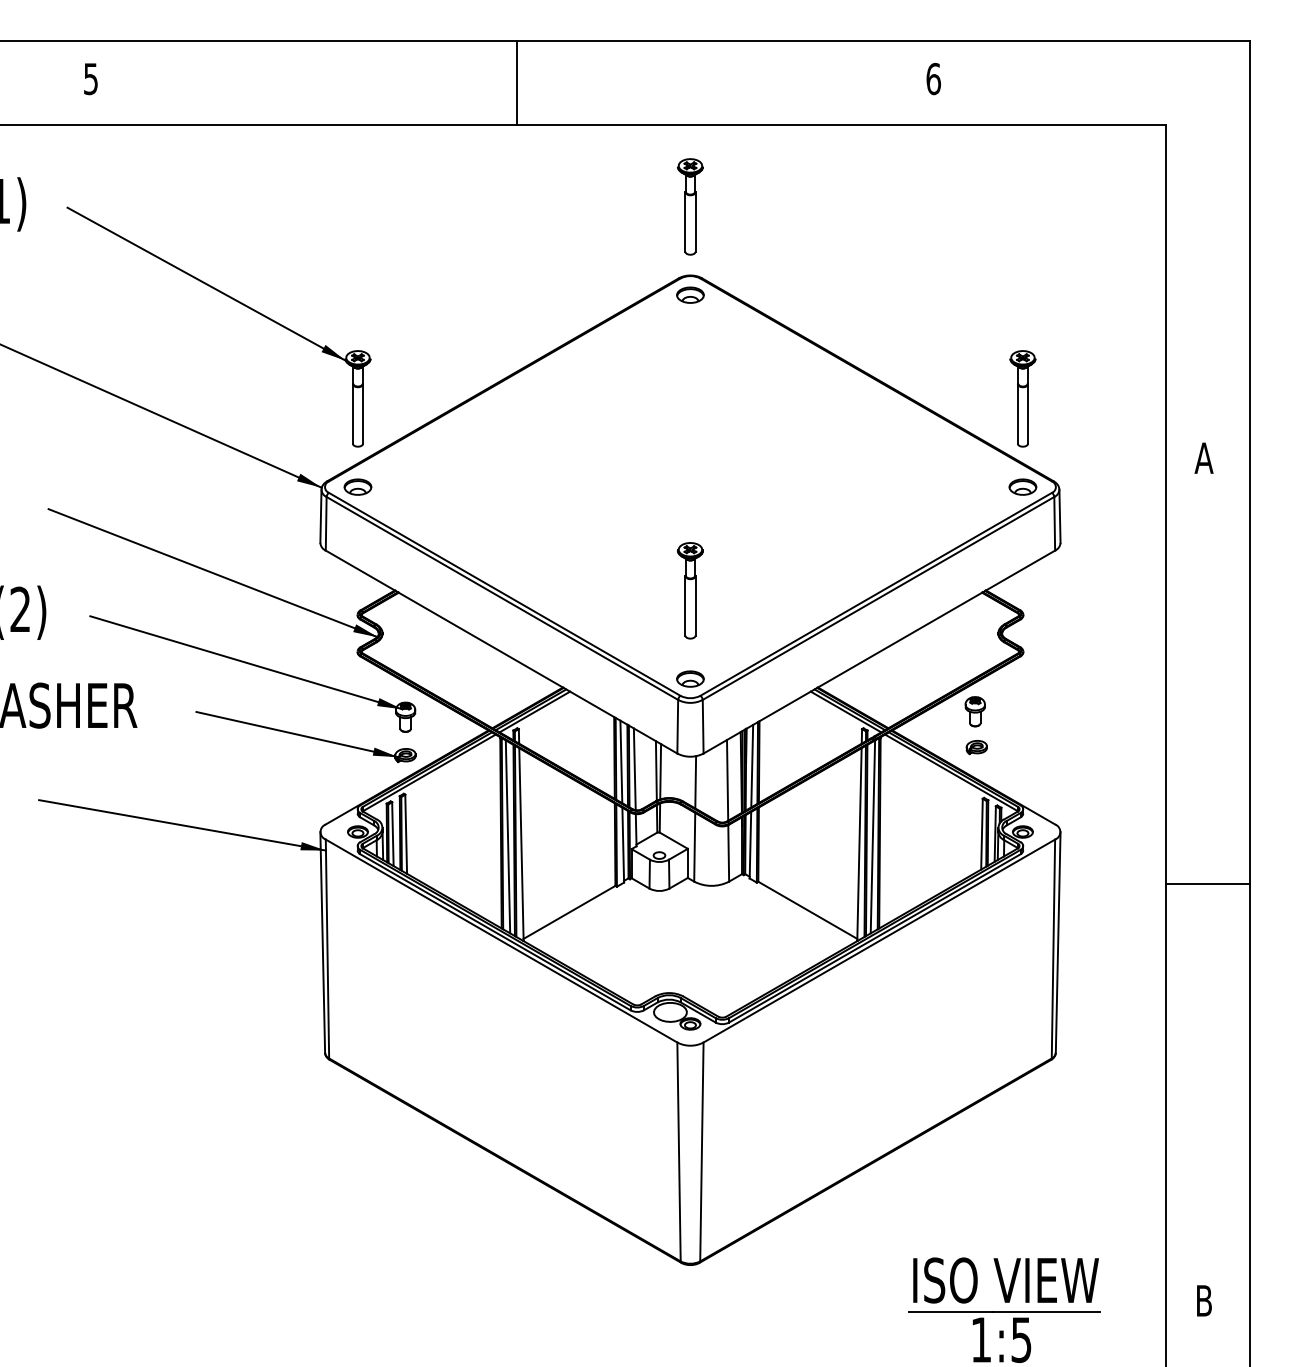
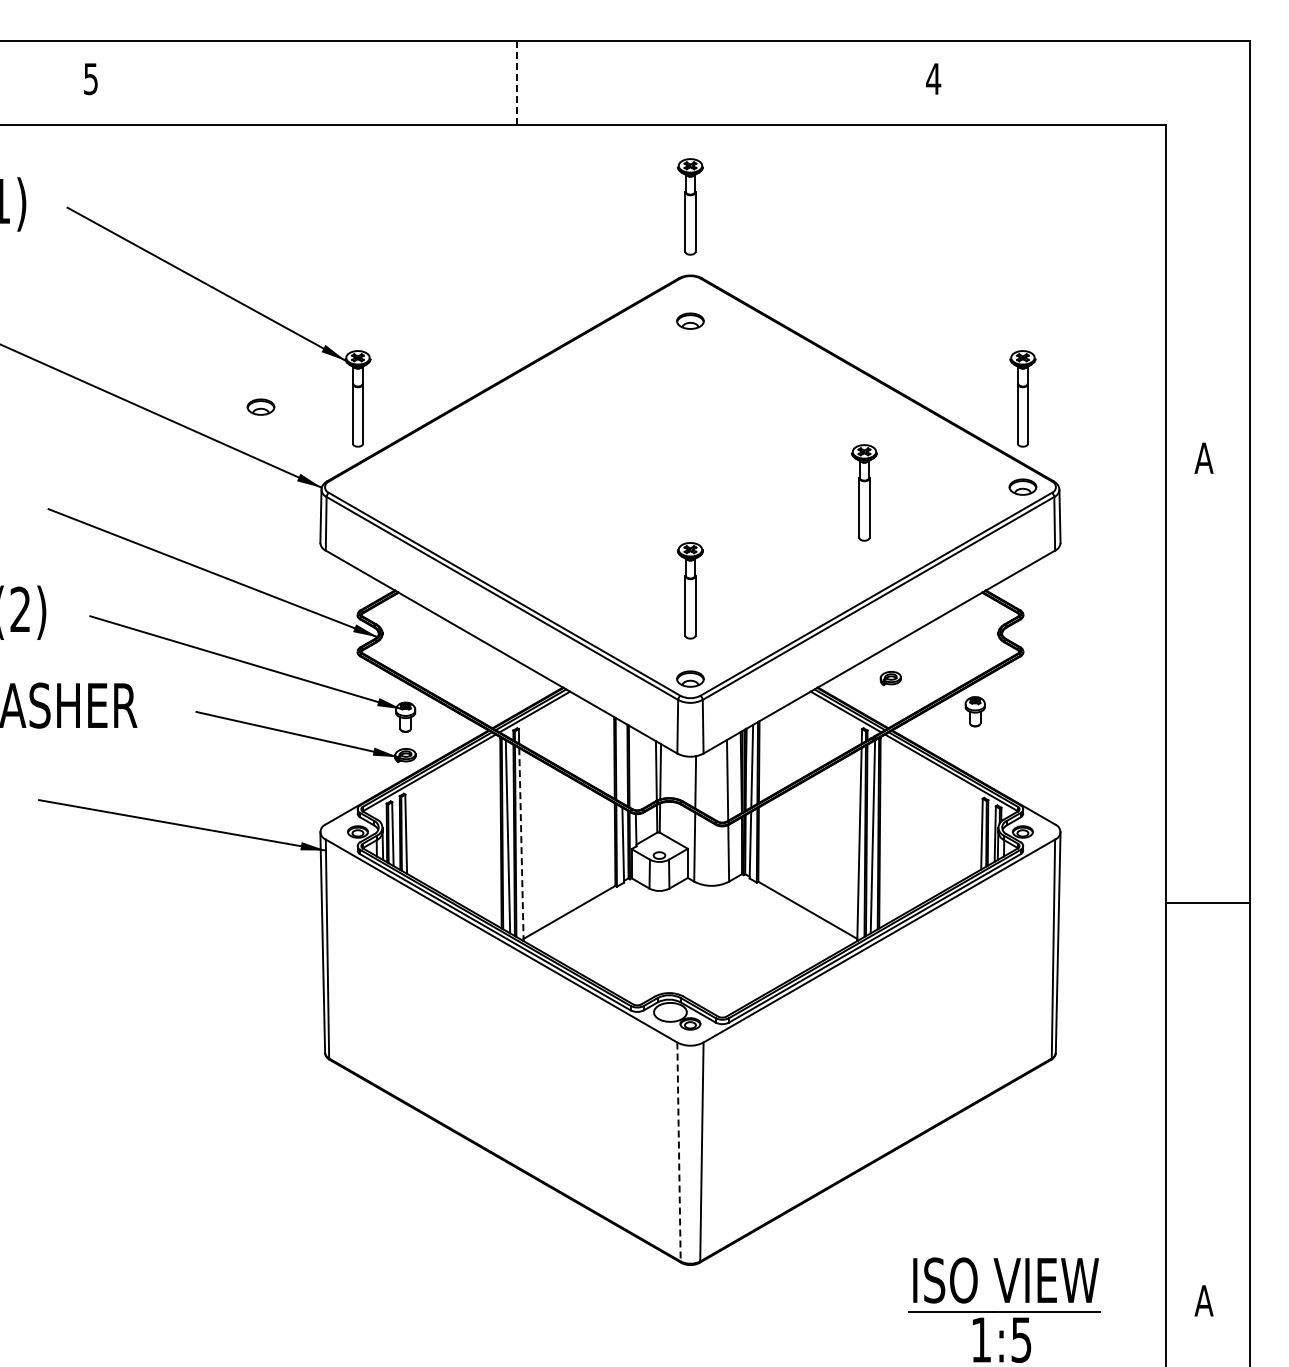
text at (933, 78): 6 -> 4
line at (517, 82): solid -> dashed
part at (690, 294) position: (690, 294) -> (690, 320)
part at (357, 486) position: (357, 486) -> (260, 406)
part at (864, 492): none -> present
part at (976, 747) position: (976, 747) -> (890, 678)
line at (621, 761): present -> none
line at (634, 769): present -> none
line at (521, 844): solid -> dashed
line at (1208, 883) position: (1208, 883) -> (1208, 902)
line at (679, 1152): solid -> dashed
text at (1203, 1300): B -> A
